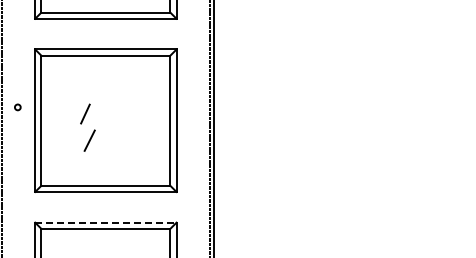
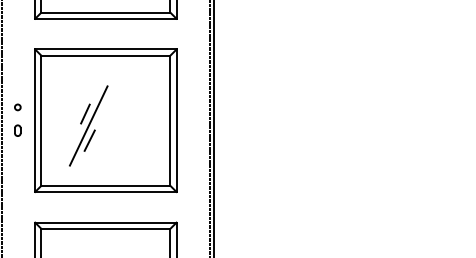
line at (88, 125): none -> present
part at (17, 130): none -> present
line at (105, 222): dashed -> solid
